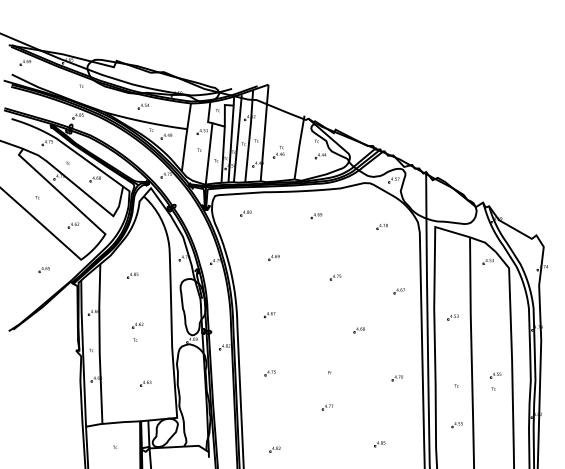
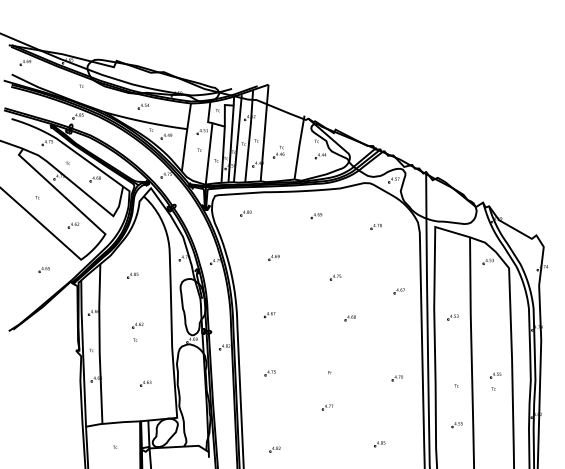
part at (381, 226) position: (381, 226) -> (375, 226)
part at (358, 330) position: (358, 330) -> (349, 318)
